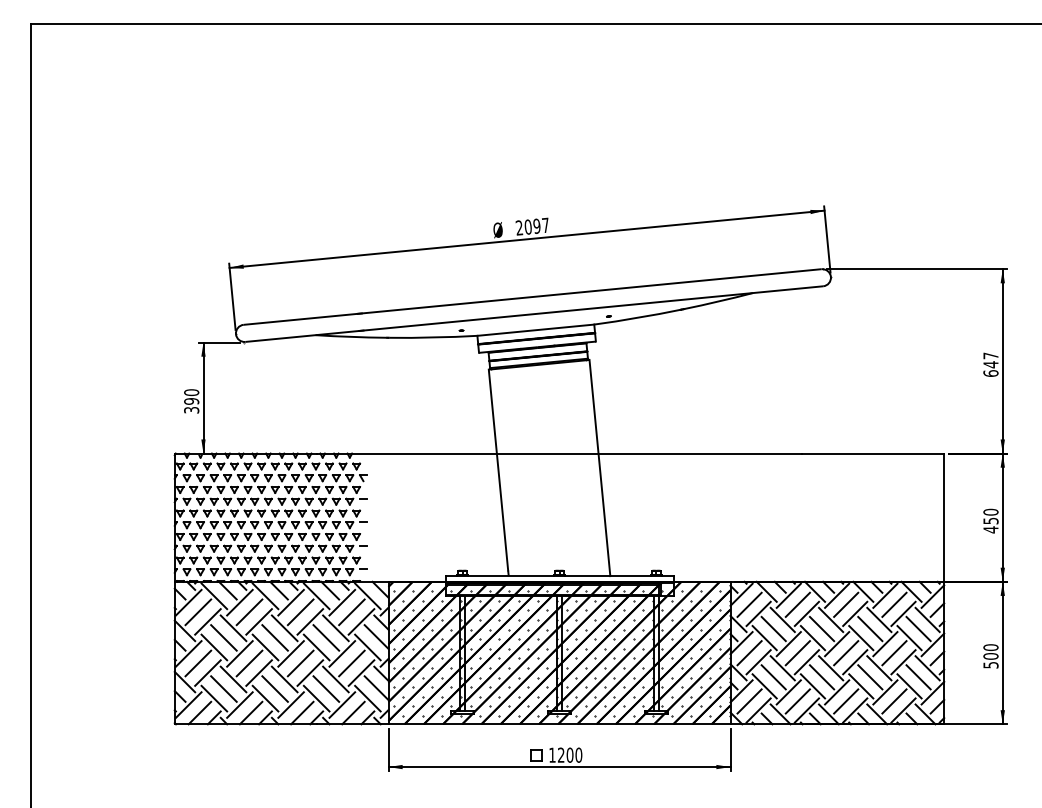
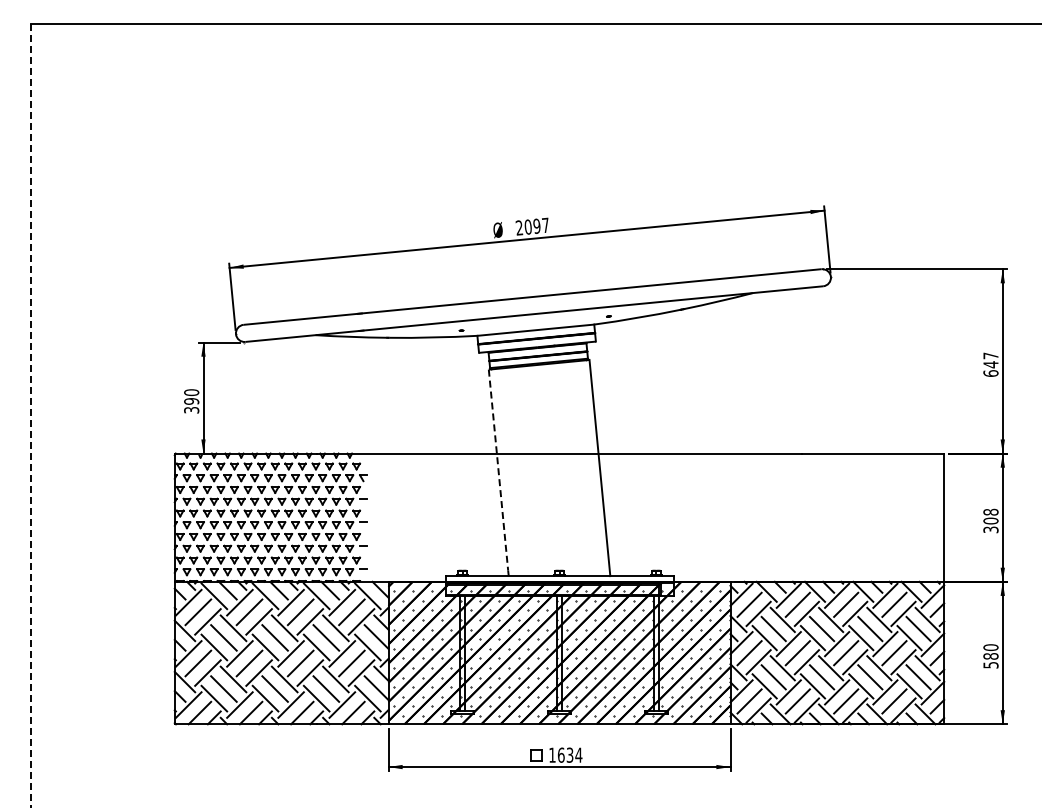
line at (31, 416): solid -> dashed
line at (498, 470): solid -> dashed
text at (990, 520): 450 -> 308
text at (990, 656): 500 -> 580
text at (569, 754): 1200 -> 1634
